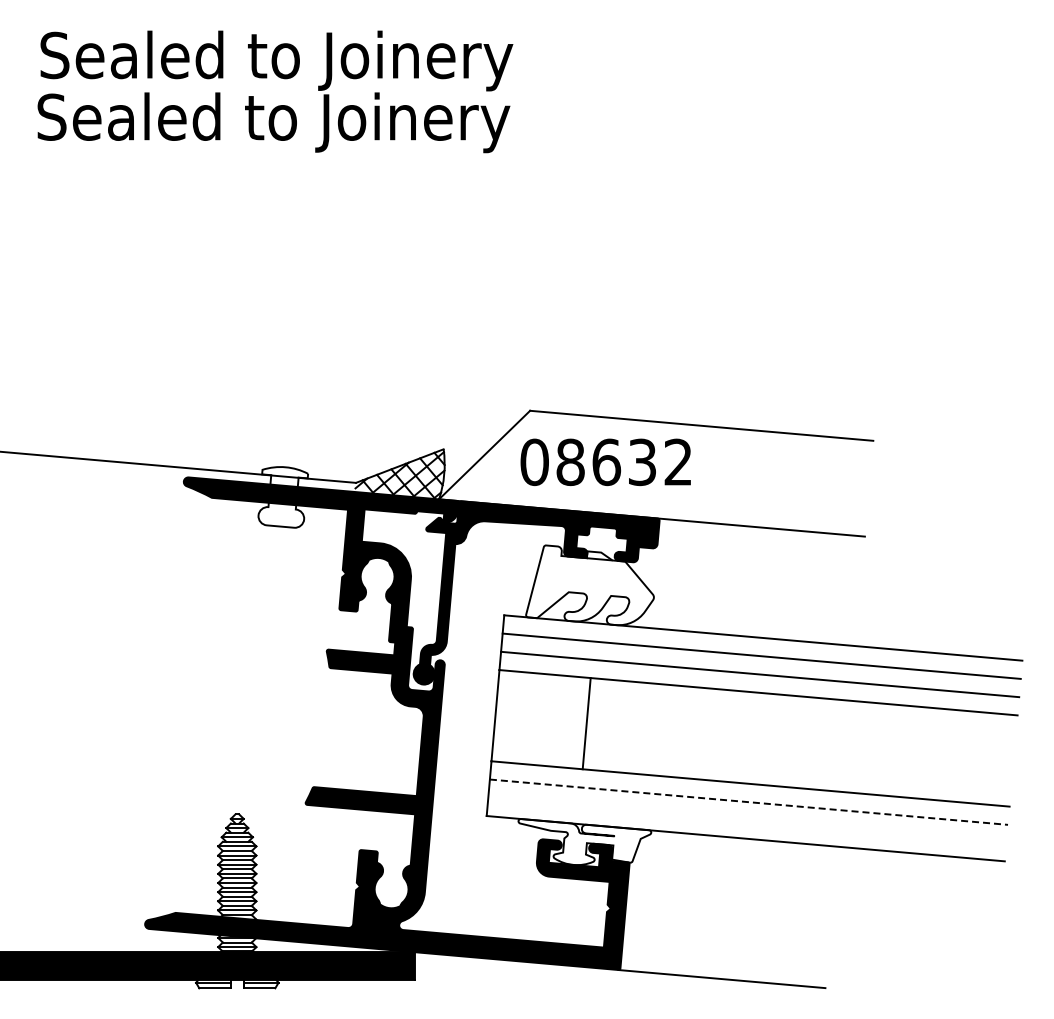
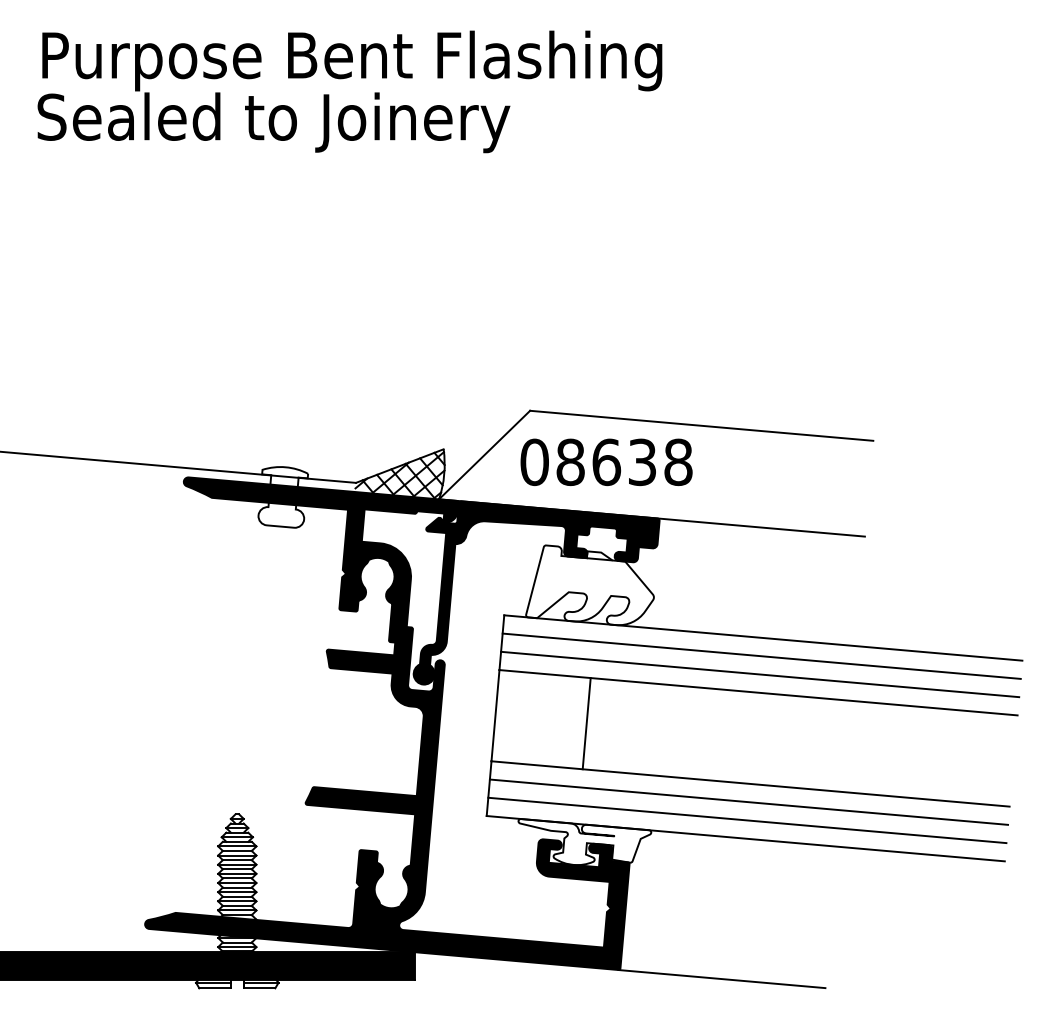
text at (351, 60): Sealed to Joinery -> Purpose Bent Flashing
text at (678, 462): 08632 -> 08638
line at (749, 802): dashed -> solid
line at (747, 820): none -> present
